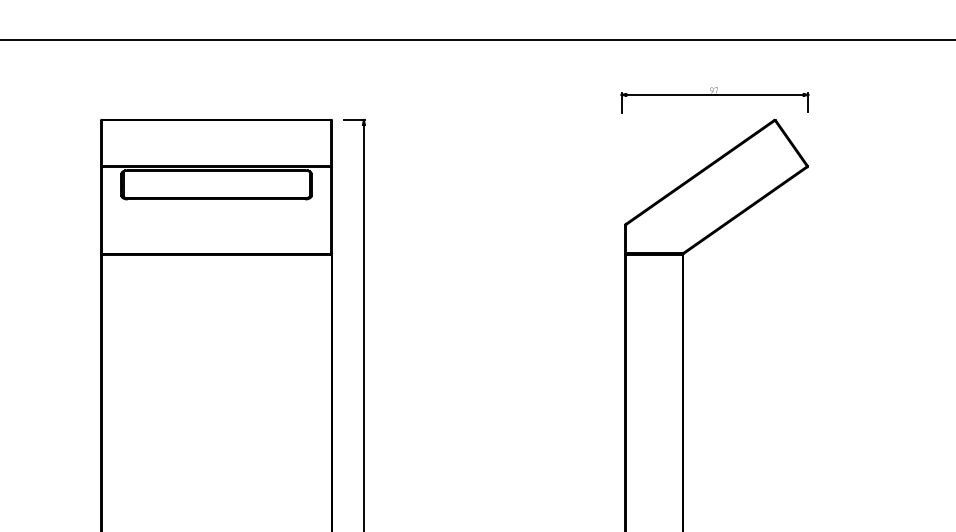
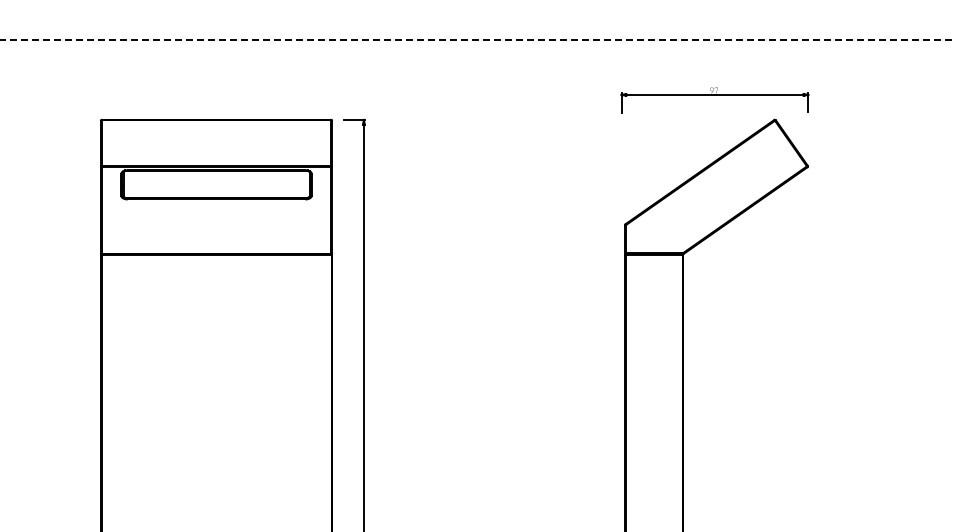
line at (478, 39): solid -> dashed
